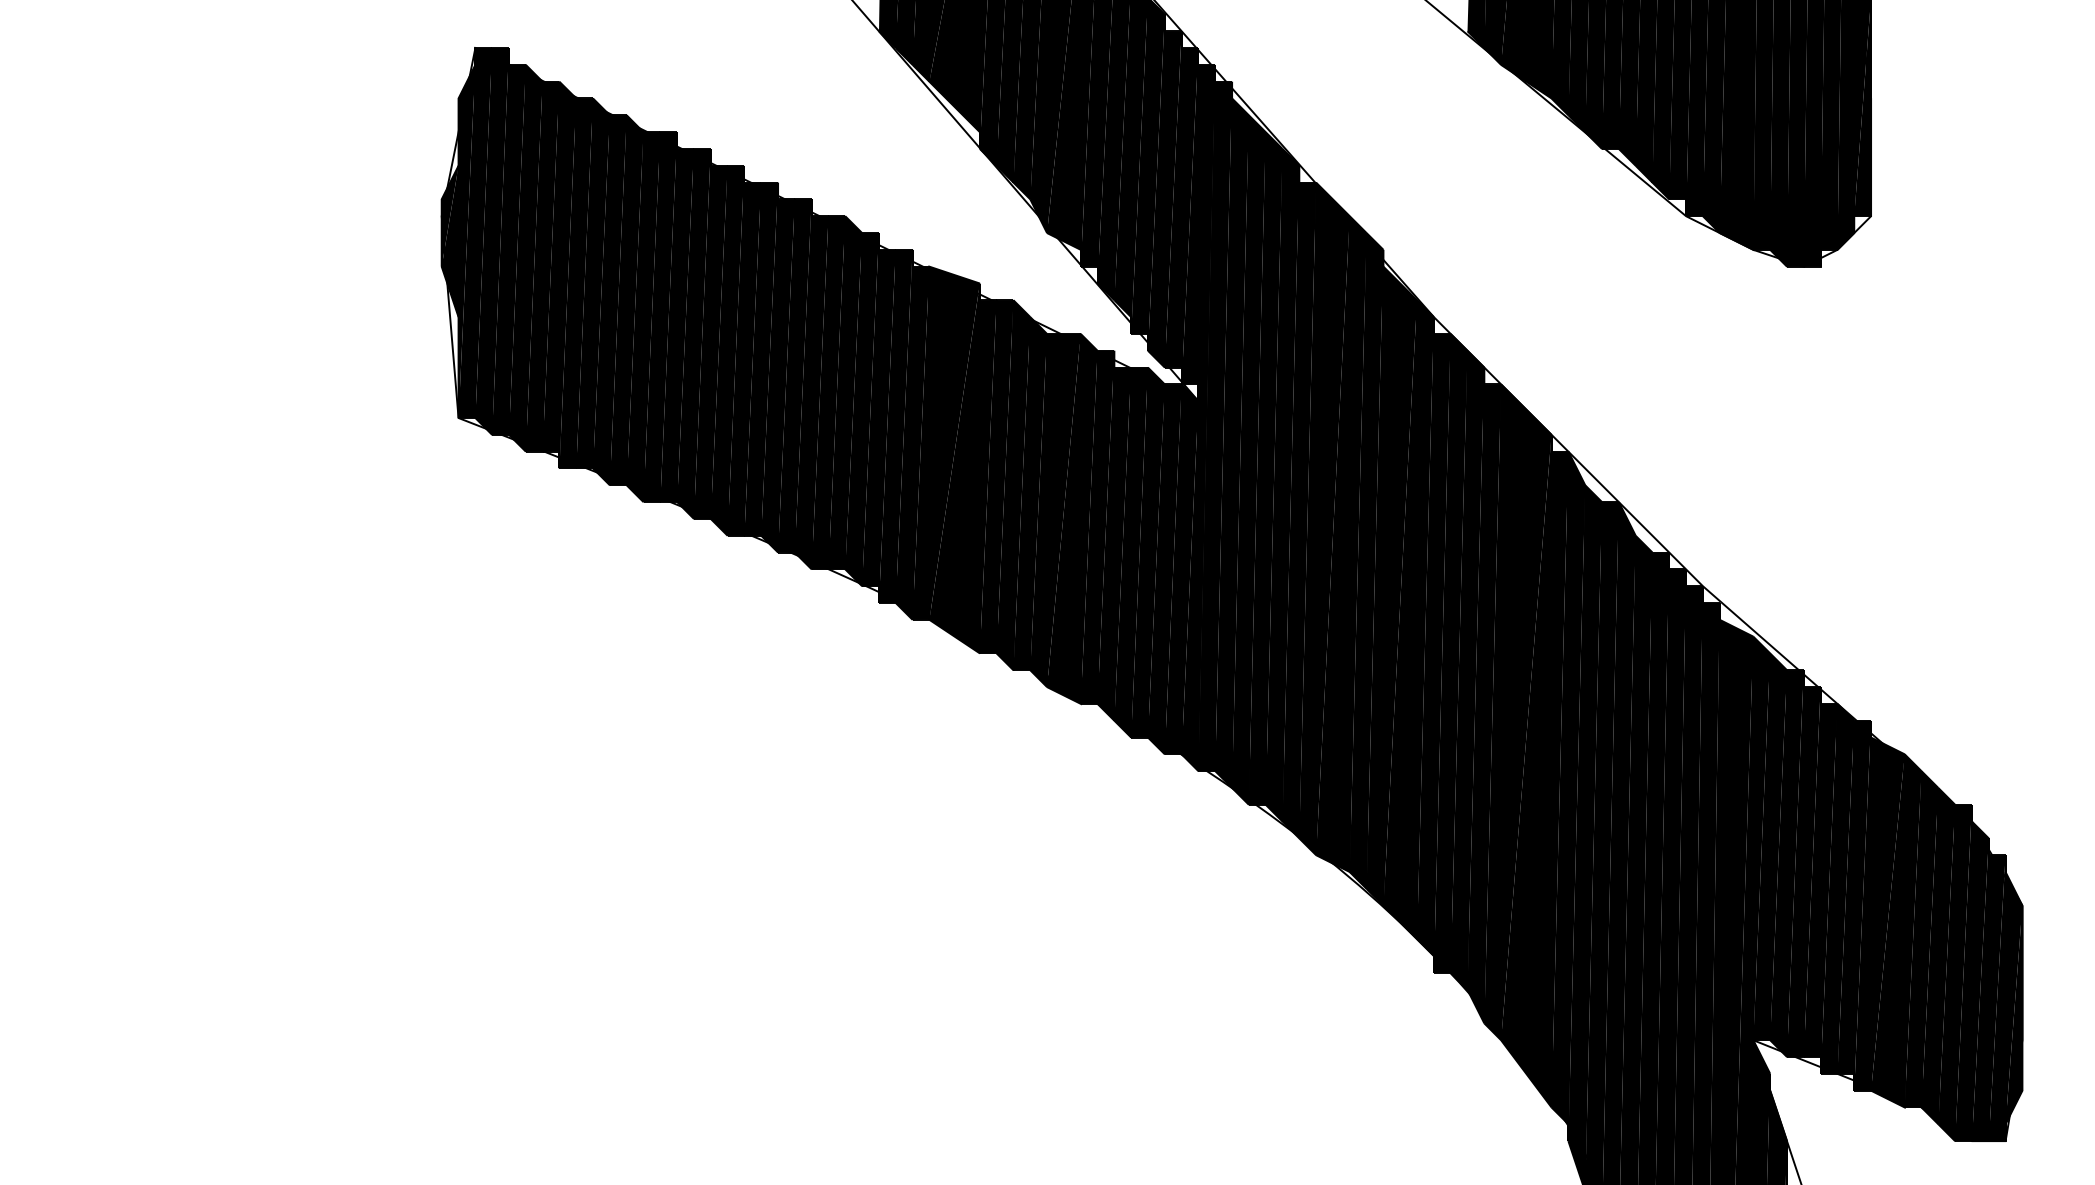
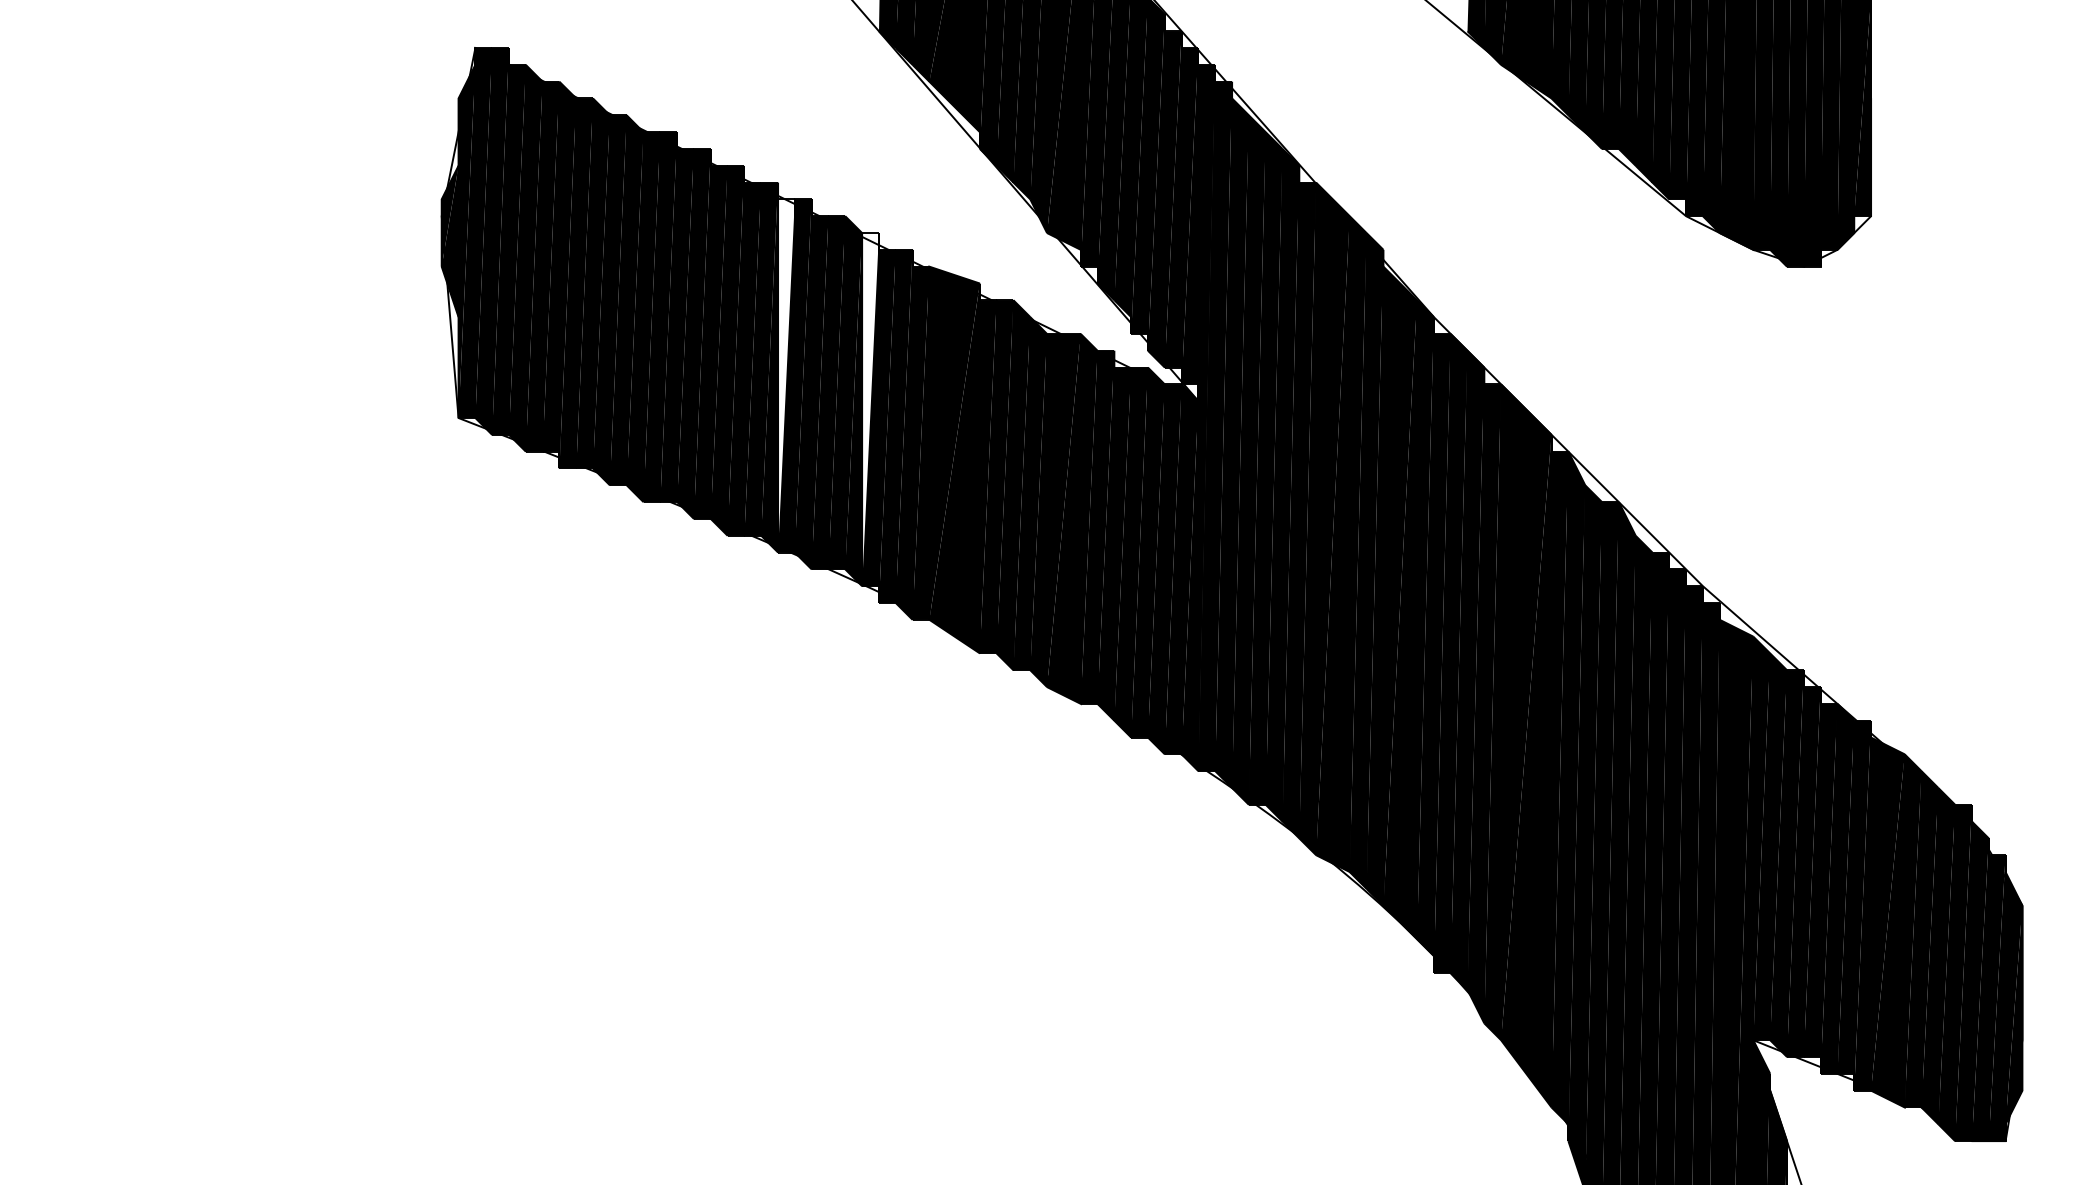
fill at (786, 375): present -> none
fill at (870, 409): present -> none
